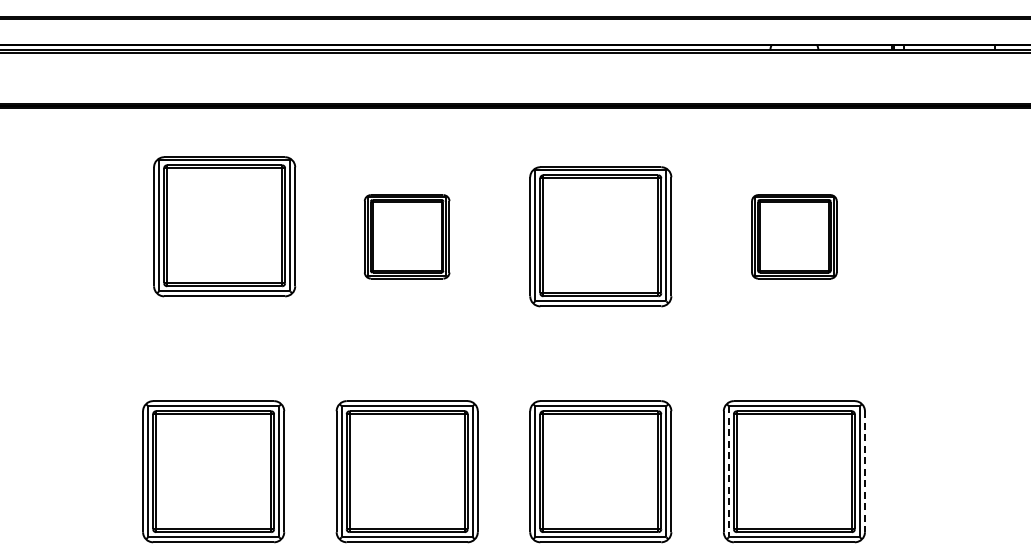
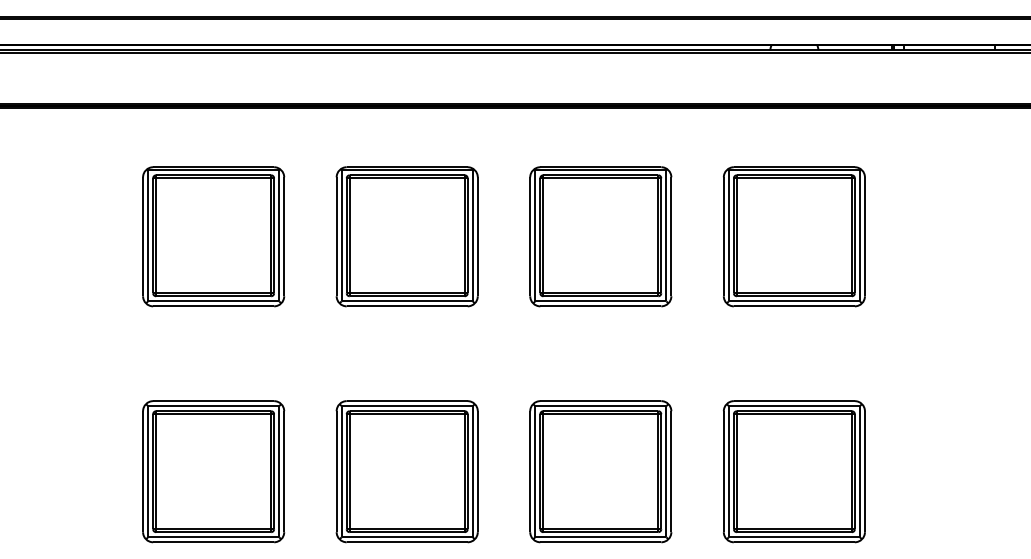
part at (224, 226) position: (224, 226) -> (213, 236)
part at (407, 236) size: 87x86 px -> 144x142 px
part at (794, 236) size: 87x86 px -> 143x142 px
line at (728, 471): dashed -> solid
line at (864, 472): dashed -> solid
